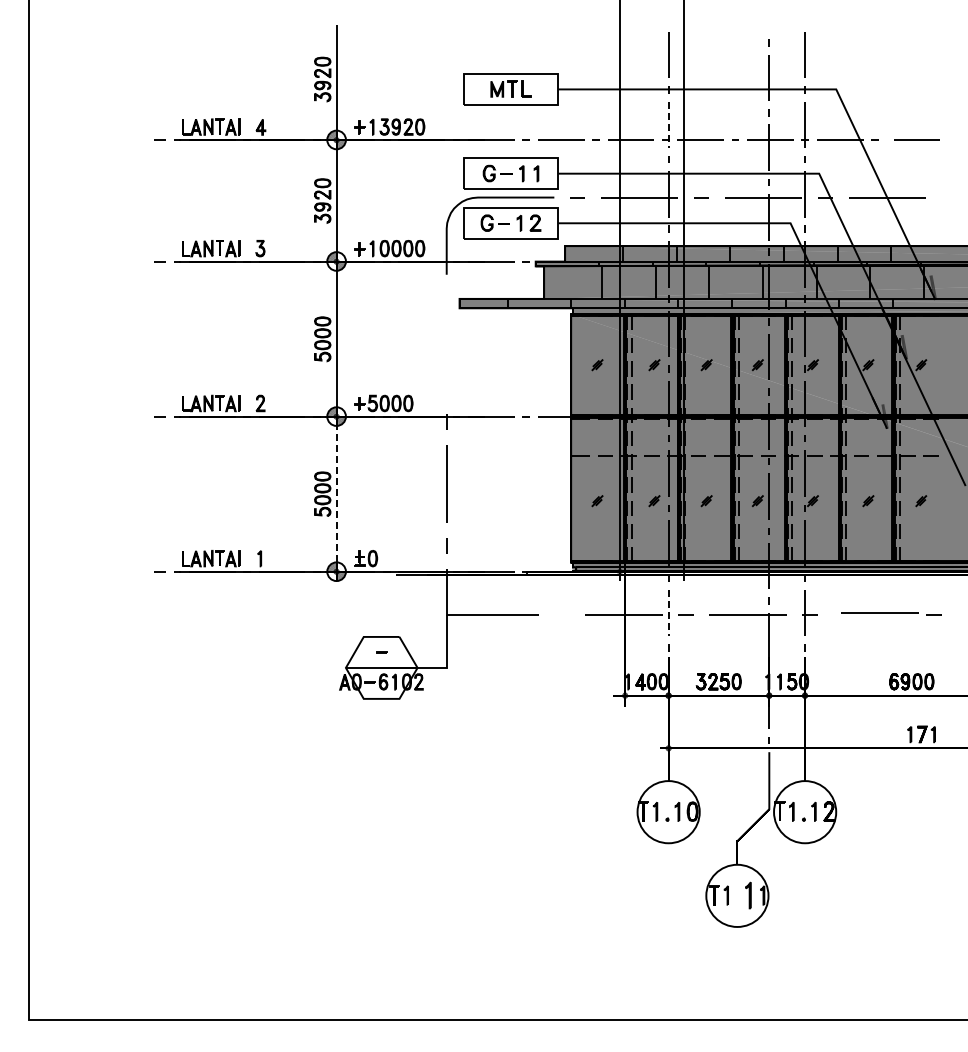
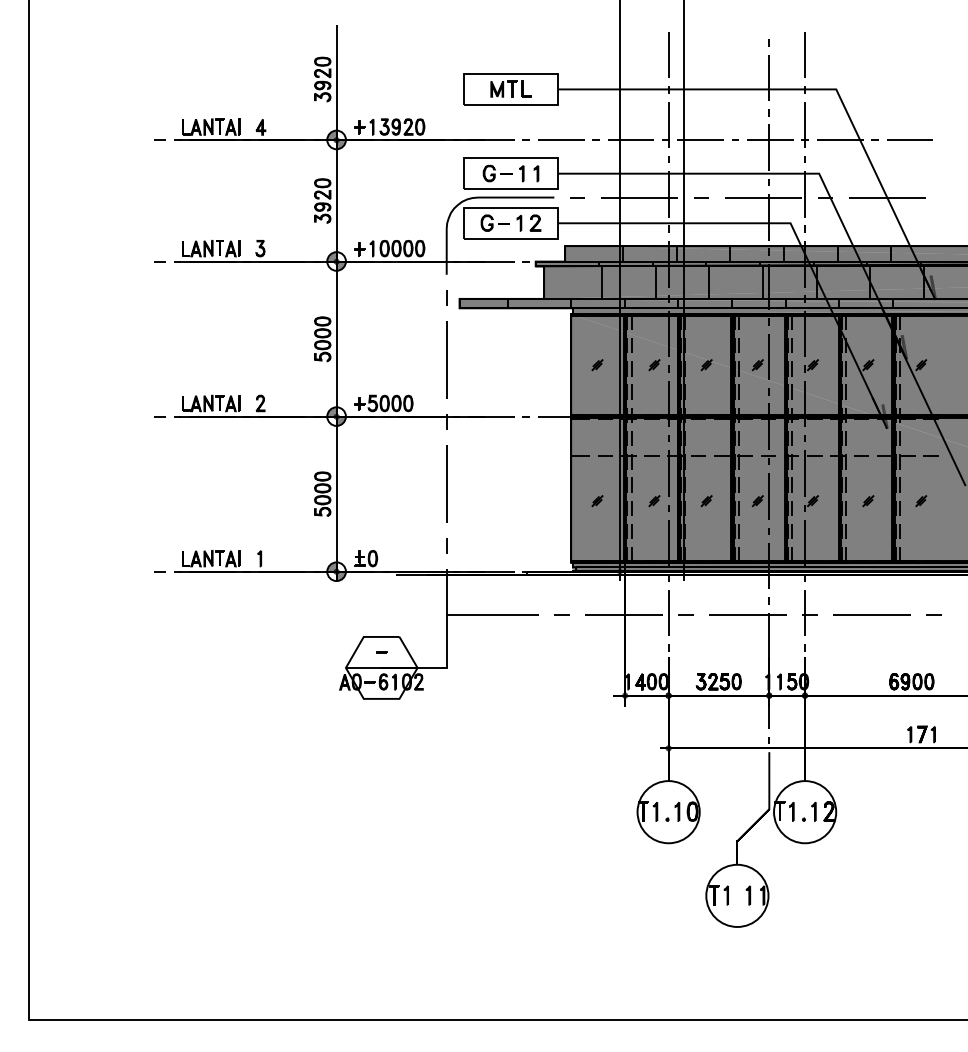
line at (668, 125): dashed -> solid
line at (916, 139) position: (916, 139) -> (909, 139)
line at (446, 297): none -> present
line at (446, 359): none -> present
line at (336, 494): dashed -> solid
line at (879, 612) position: (879, 612) -> (871, 614)
line at (668, 613): dashed -> solid
line at (561, 614): none -> present
part at (748, 895) size: 7x29 px -> 7x21 px
